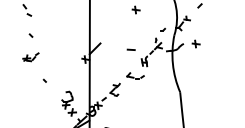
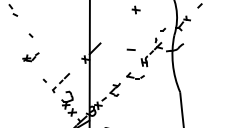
part at (27, 10) position: (27, 10) -> (13, 10)
part at (195, 43): present -> none
part at (61, 83): none -> present
